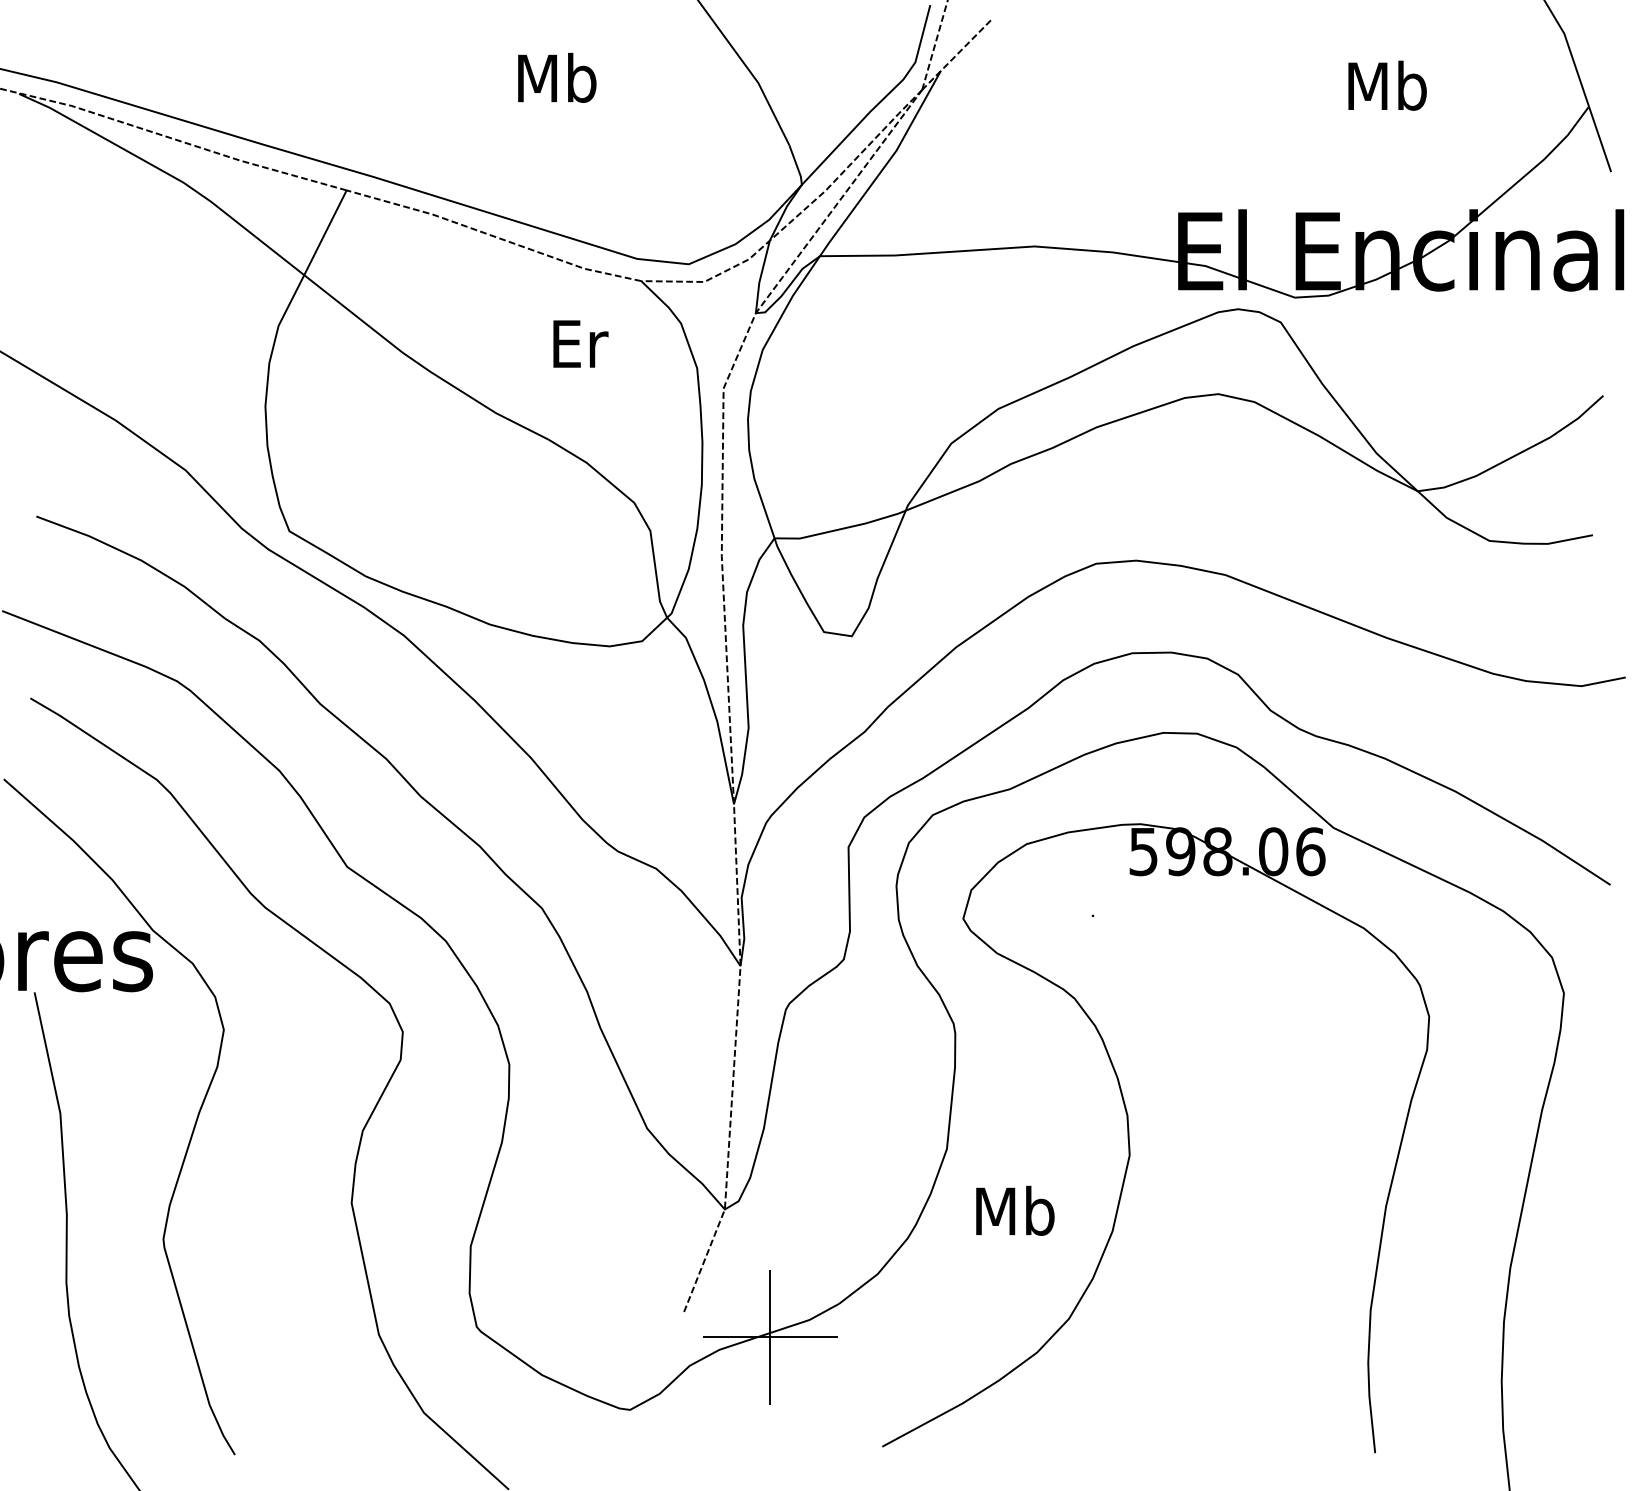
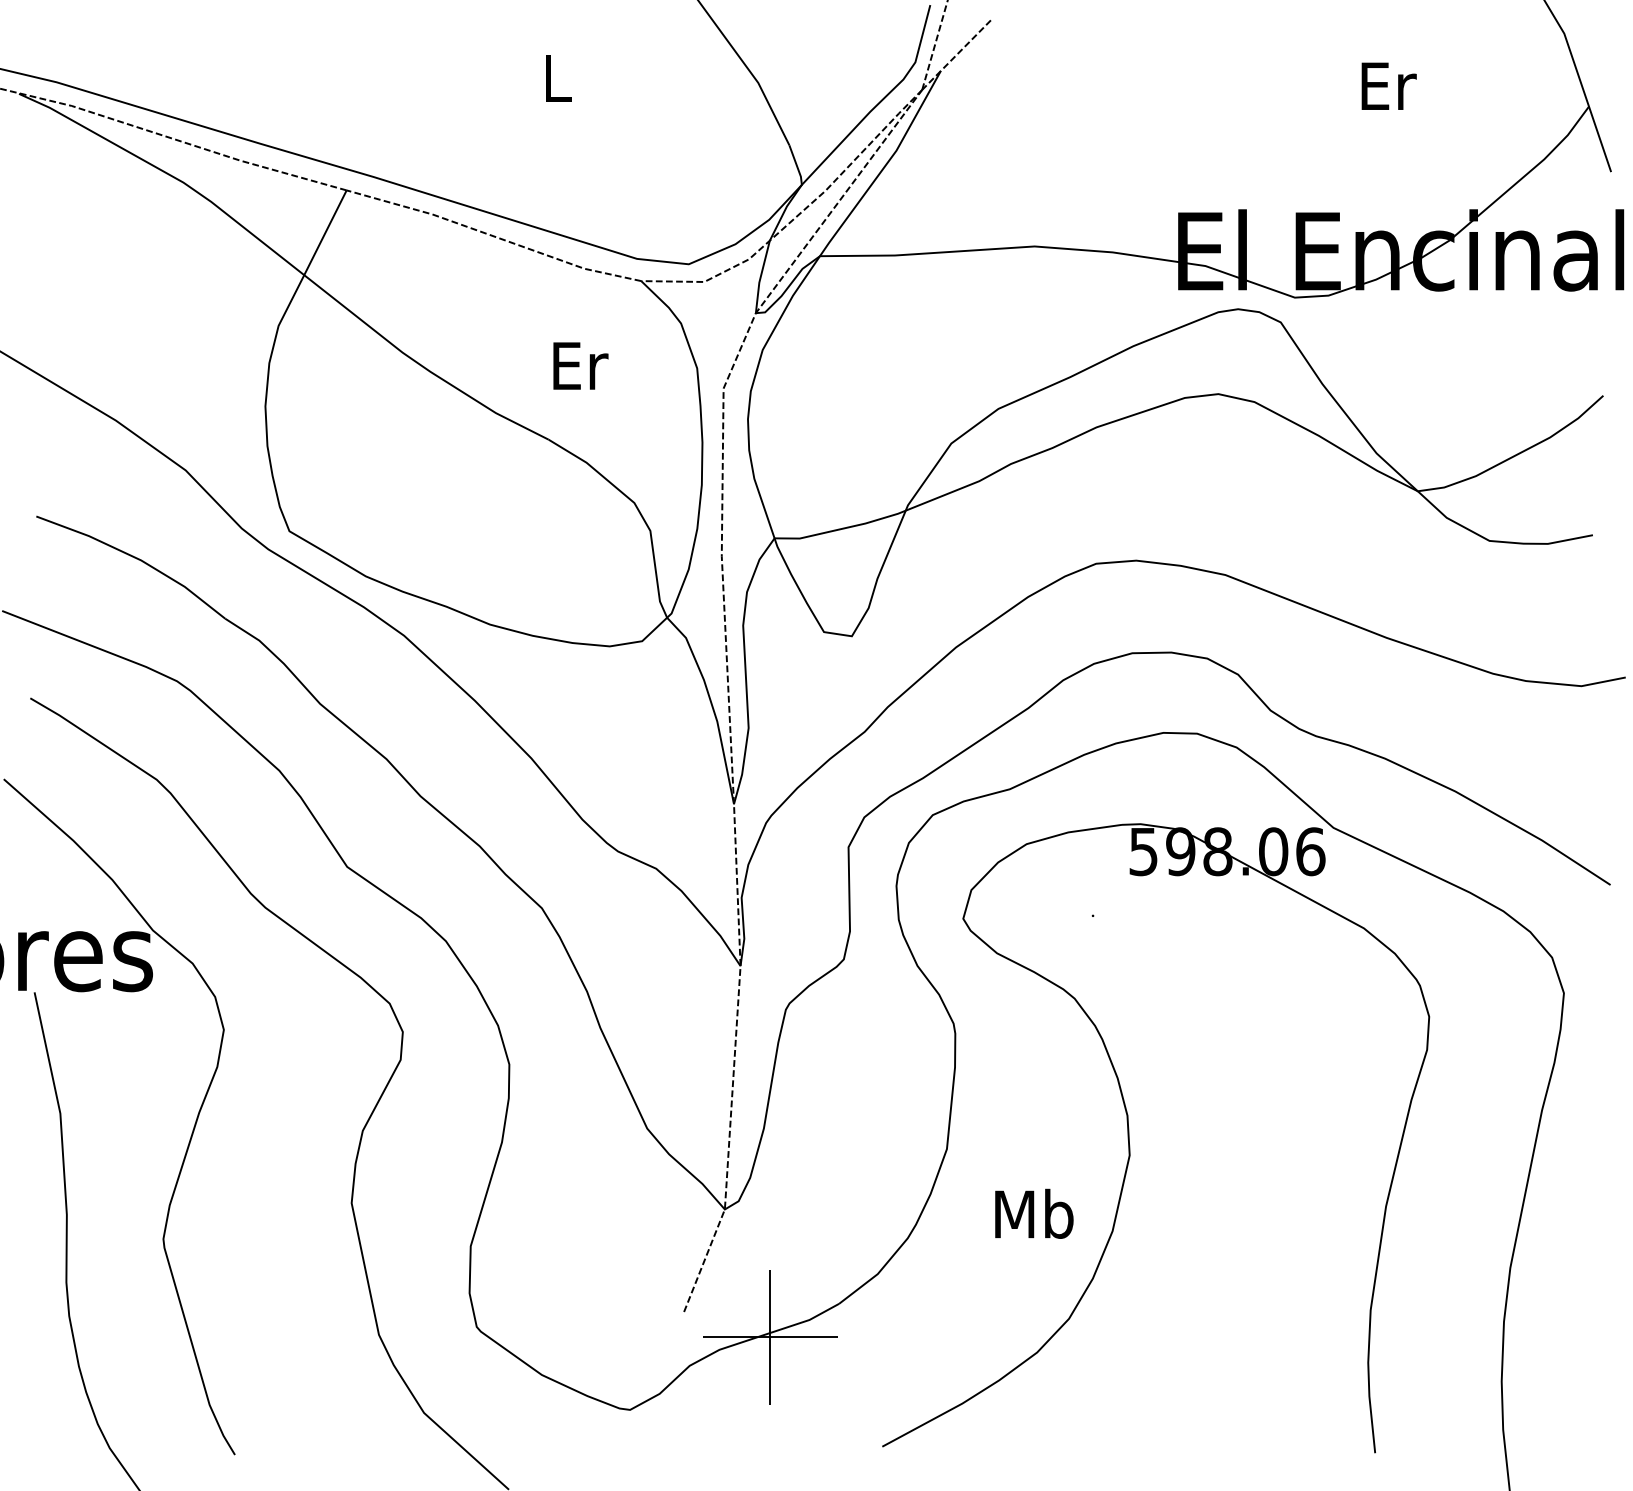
text at (557, 77): Mb -> L
text at (1387, 85): Mb -> Er
text at (580, 343) position: (580, 343) -> (580, 365)
text at (1015, 1210) position: (1015, 1210) -> (1034, 1213)
